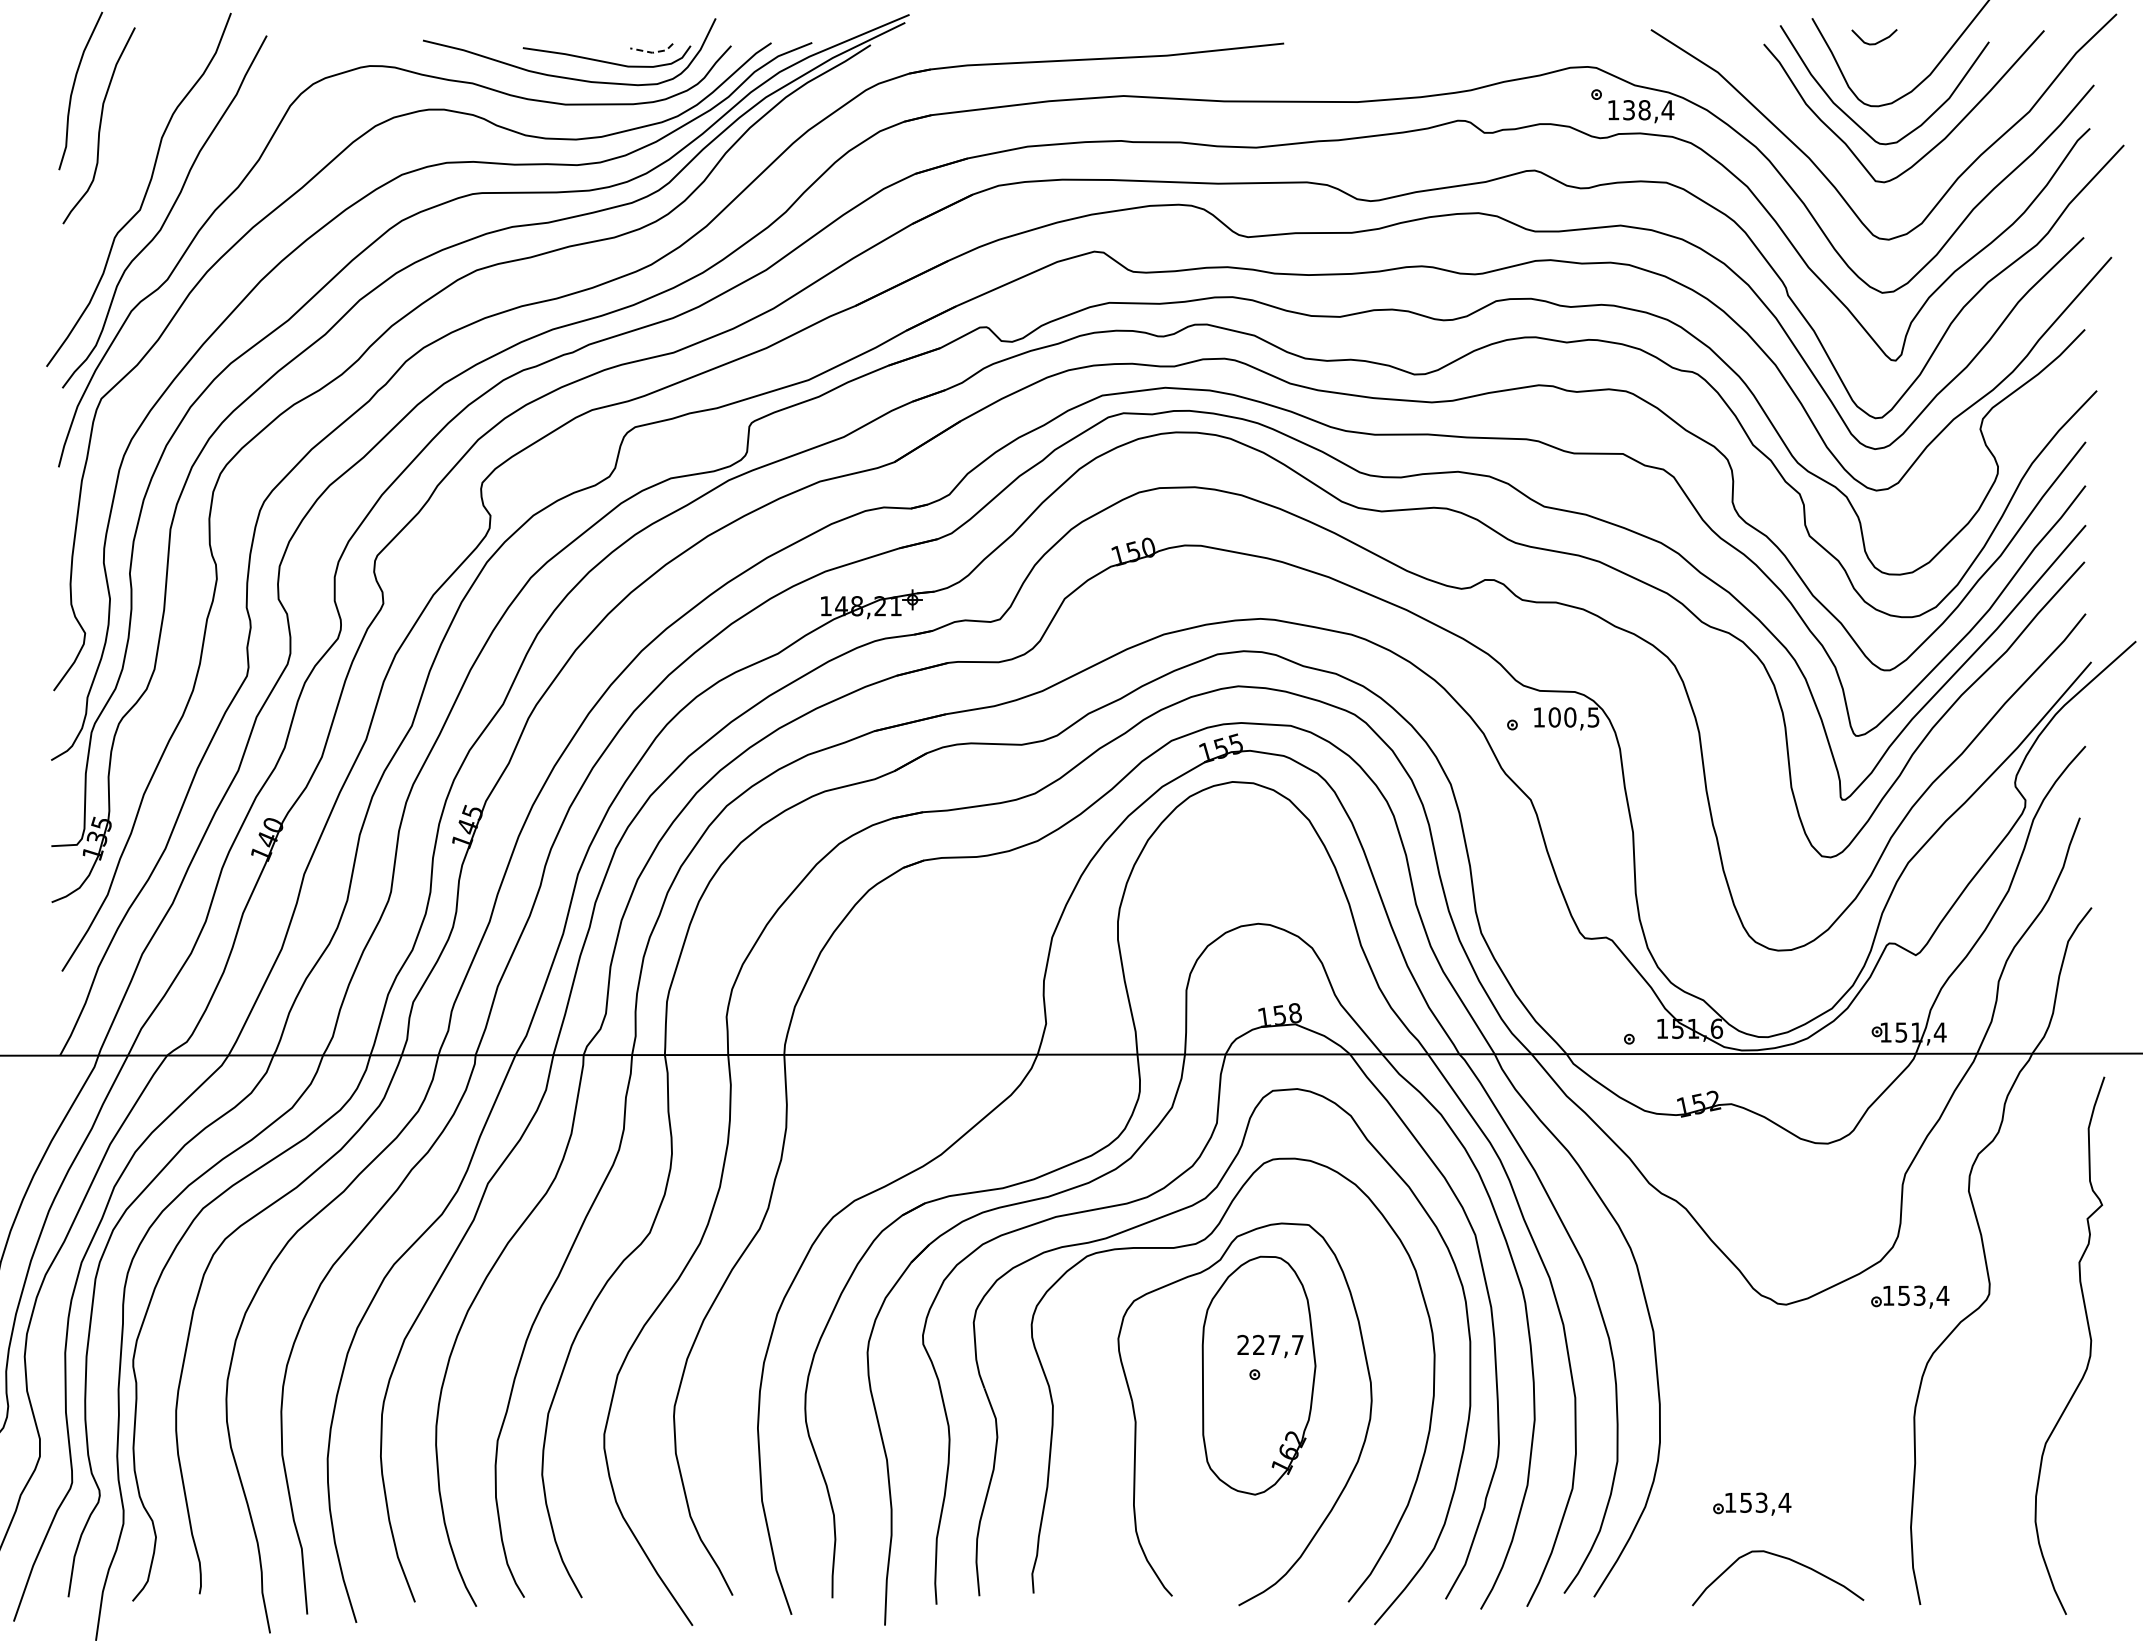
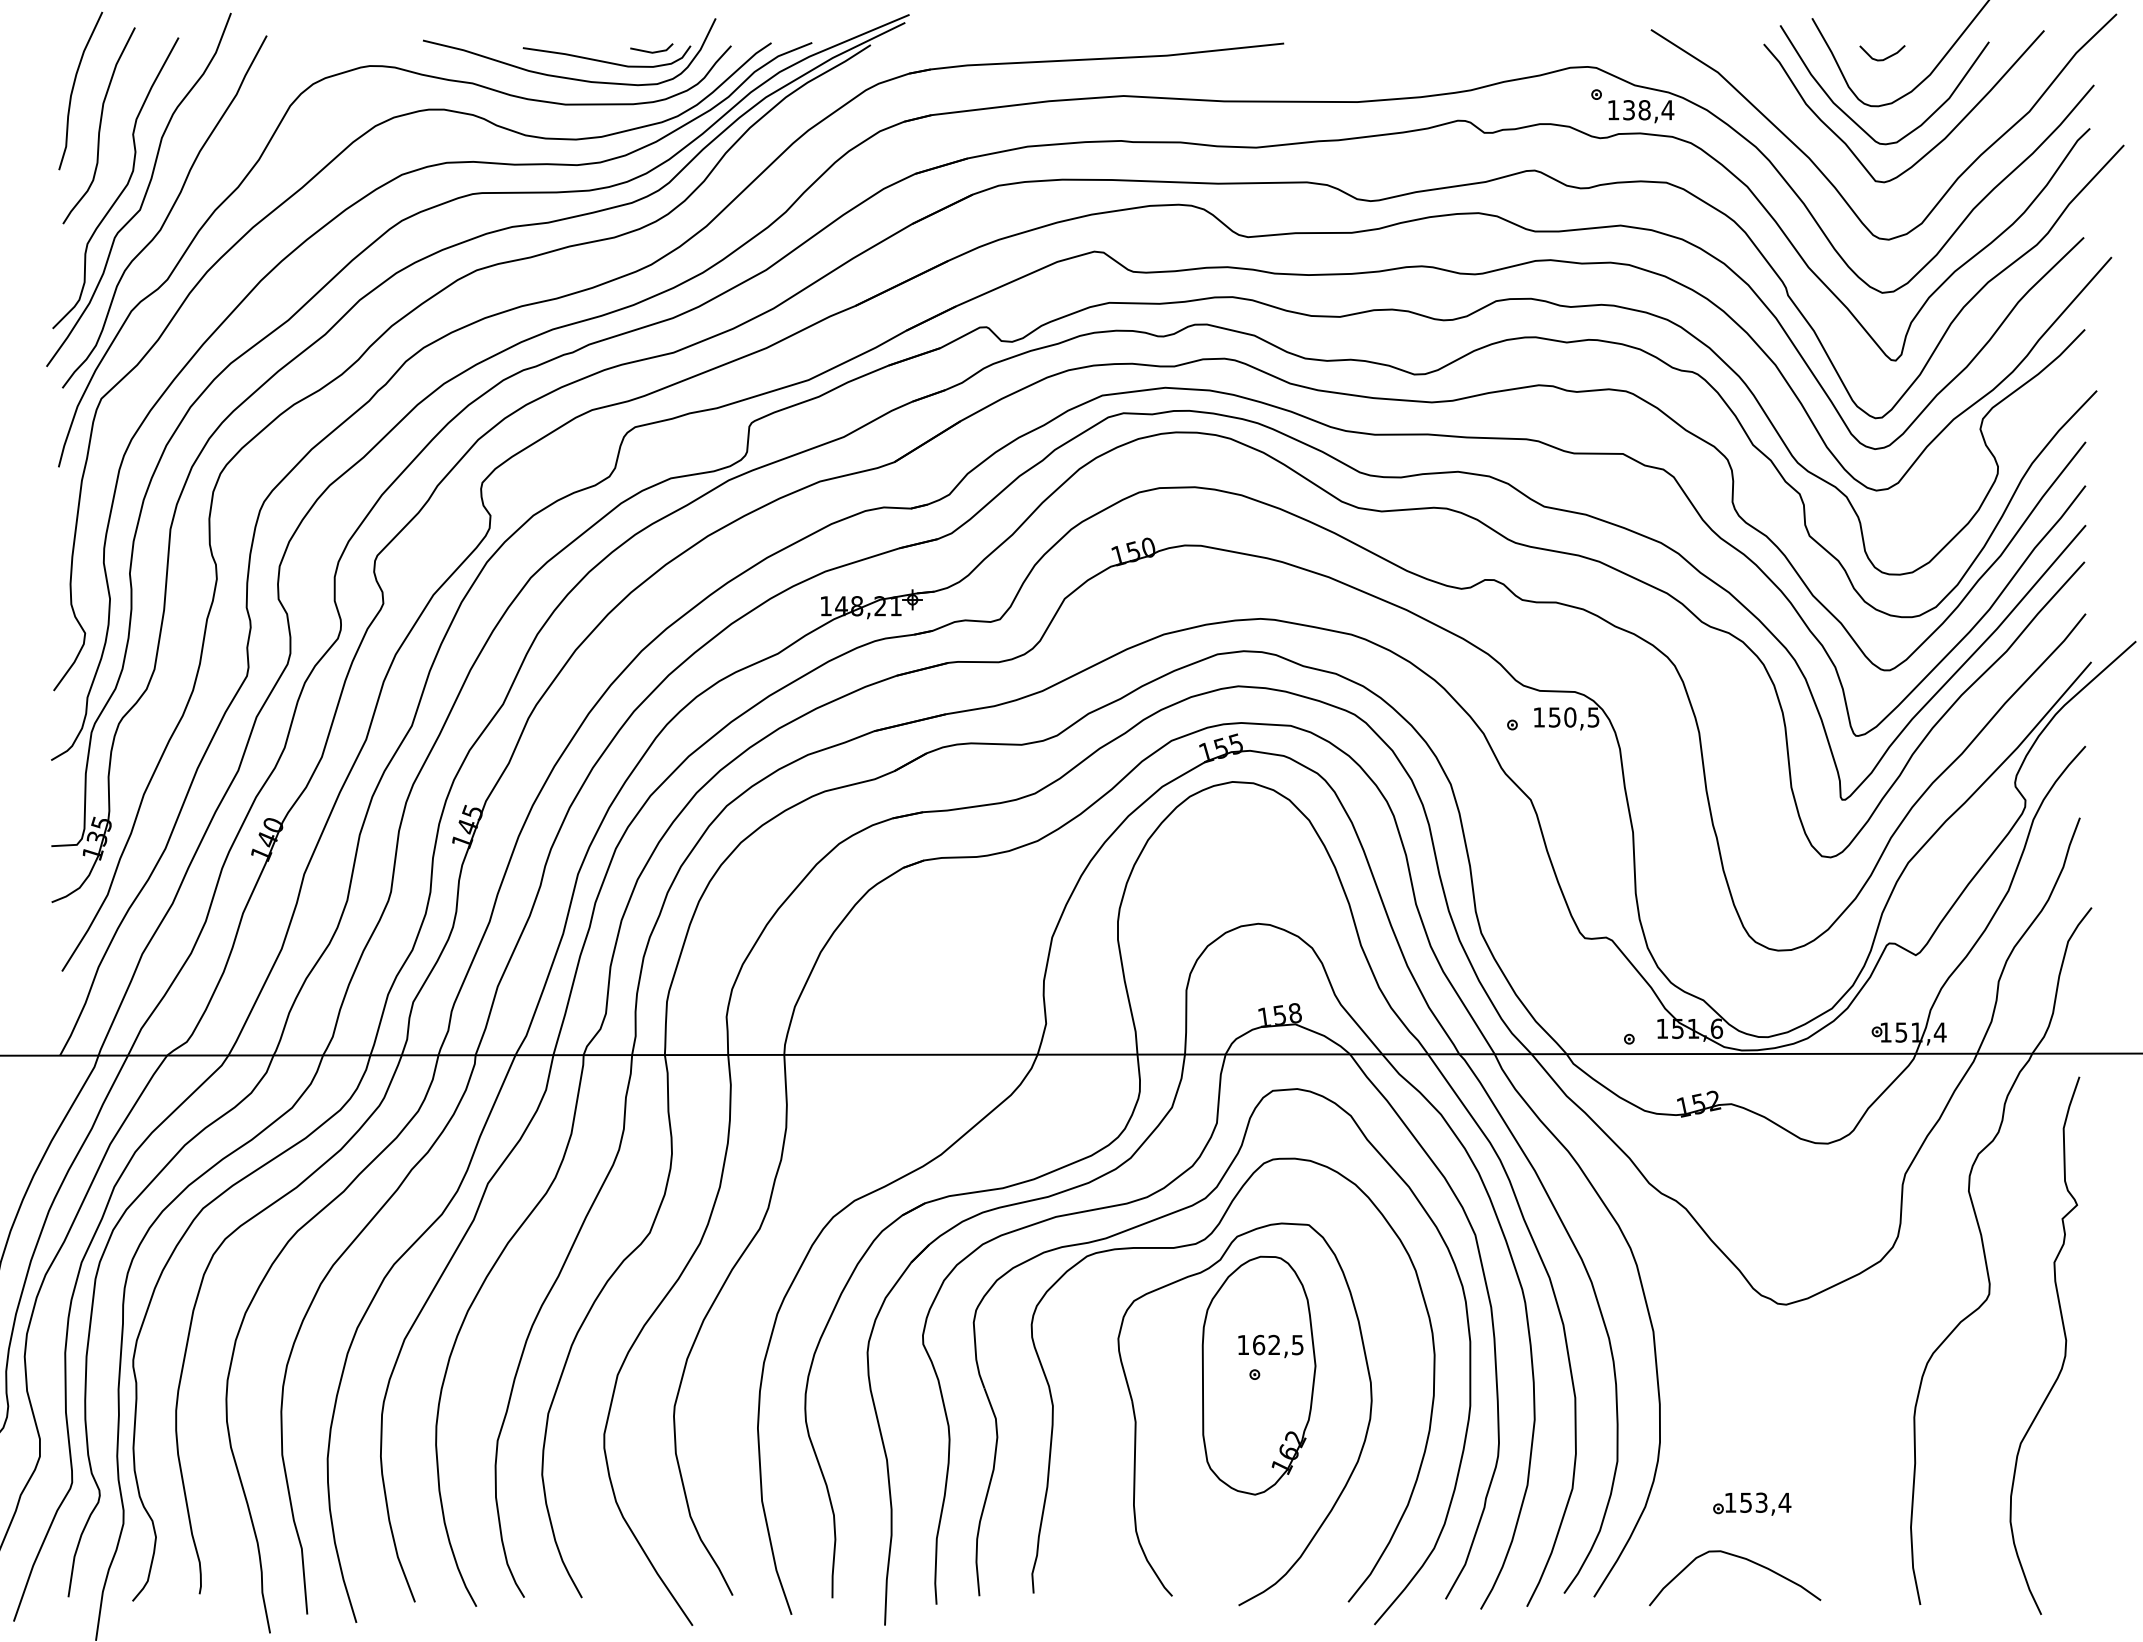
curve at (1877, 41) position: (1877, 41) -> (1885, 57)
line at (653, 52): dashed -> solid
curve at (122, 189): none -> present
text at (1554, 717): 100,5 -> 150,5
part at (1910, 1296): present -> none
text at (1270, 1344): 227,7 -> 162,5
curve at (2089, 1348) position: (2089, 1348) -> (2064, 1348)
curve at (1783, 1558) position: (1783, 1558) -> (1740, 1558)
